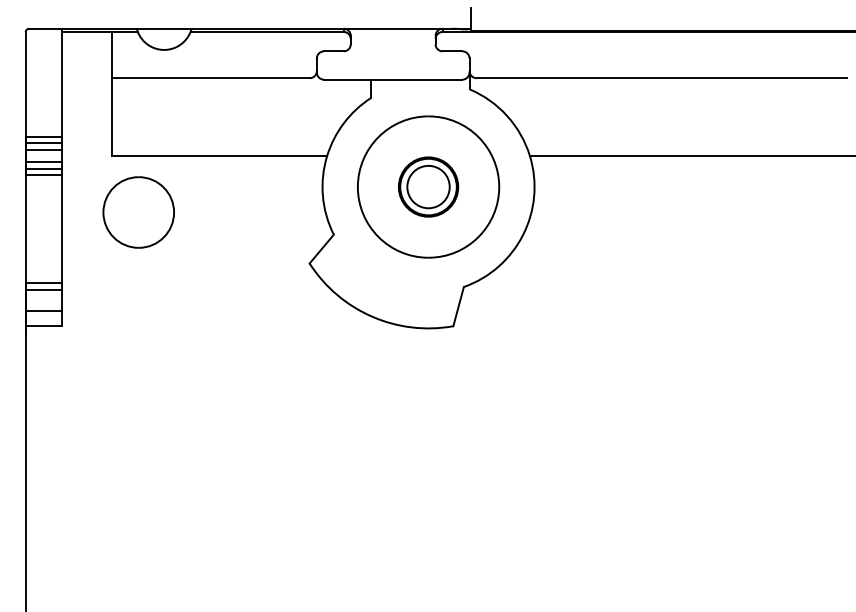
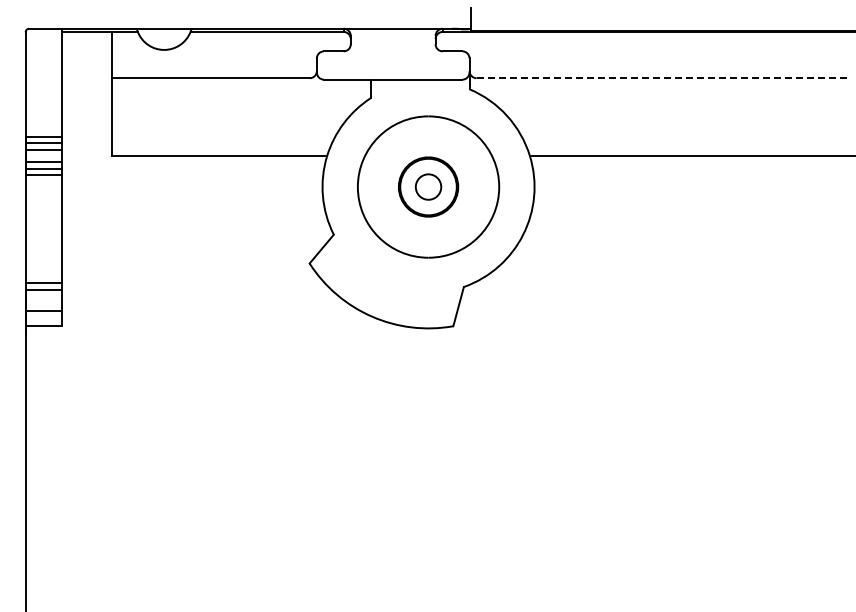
line at (661, 78): solid -> dashed
circle at (428, 186) diameter: 42 px -> 25 px
part at (138, 212): present -> none
